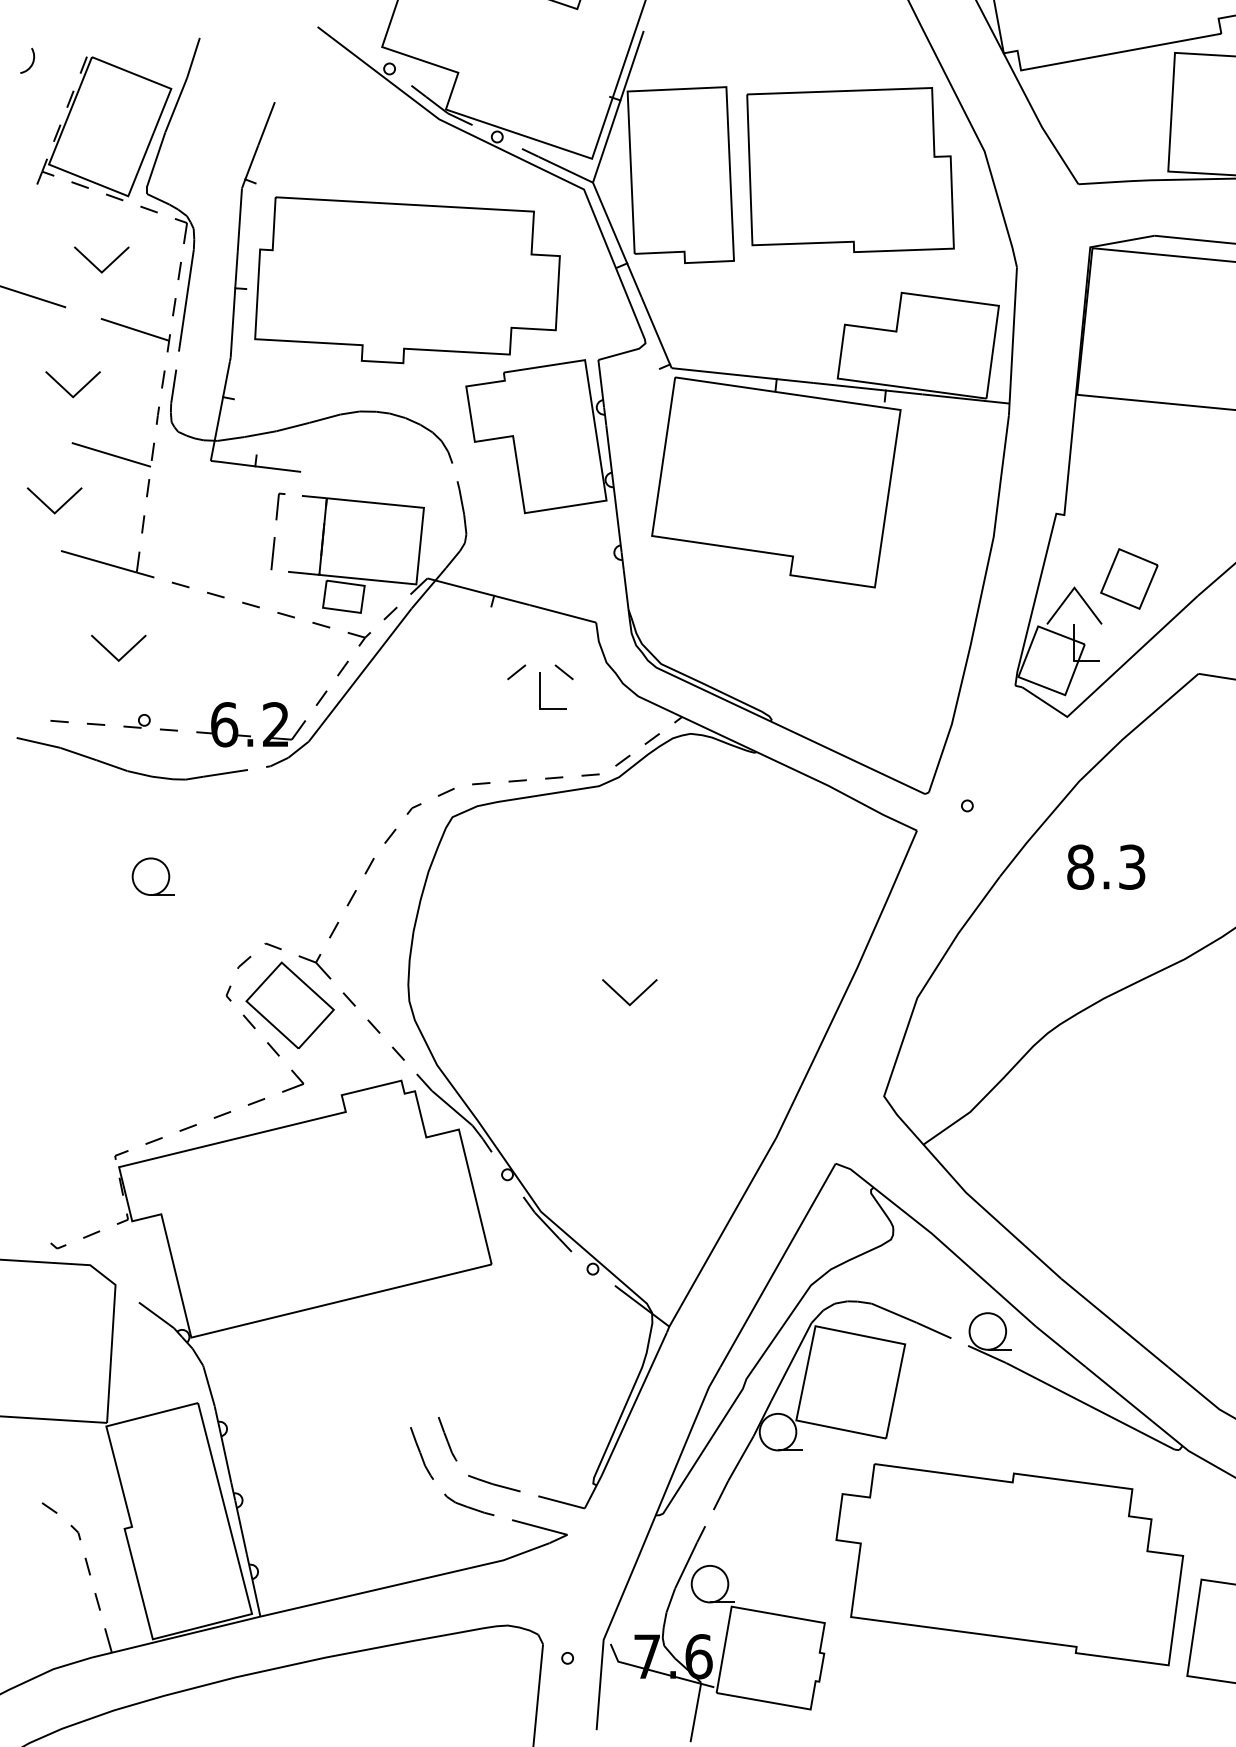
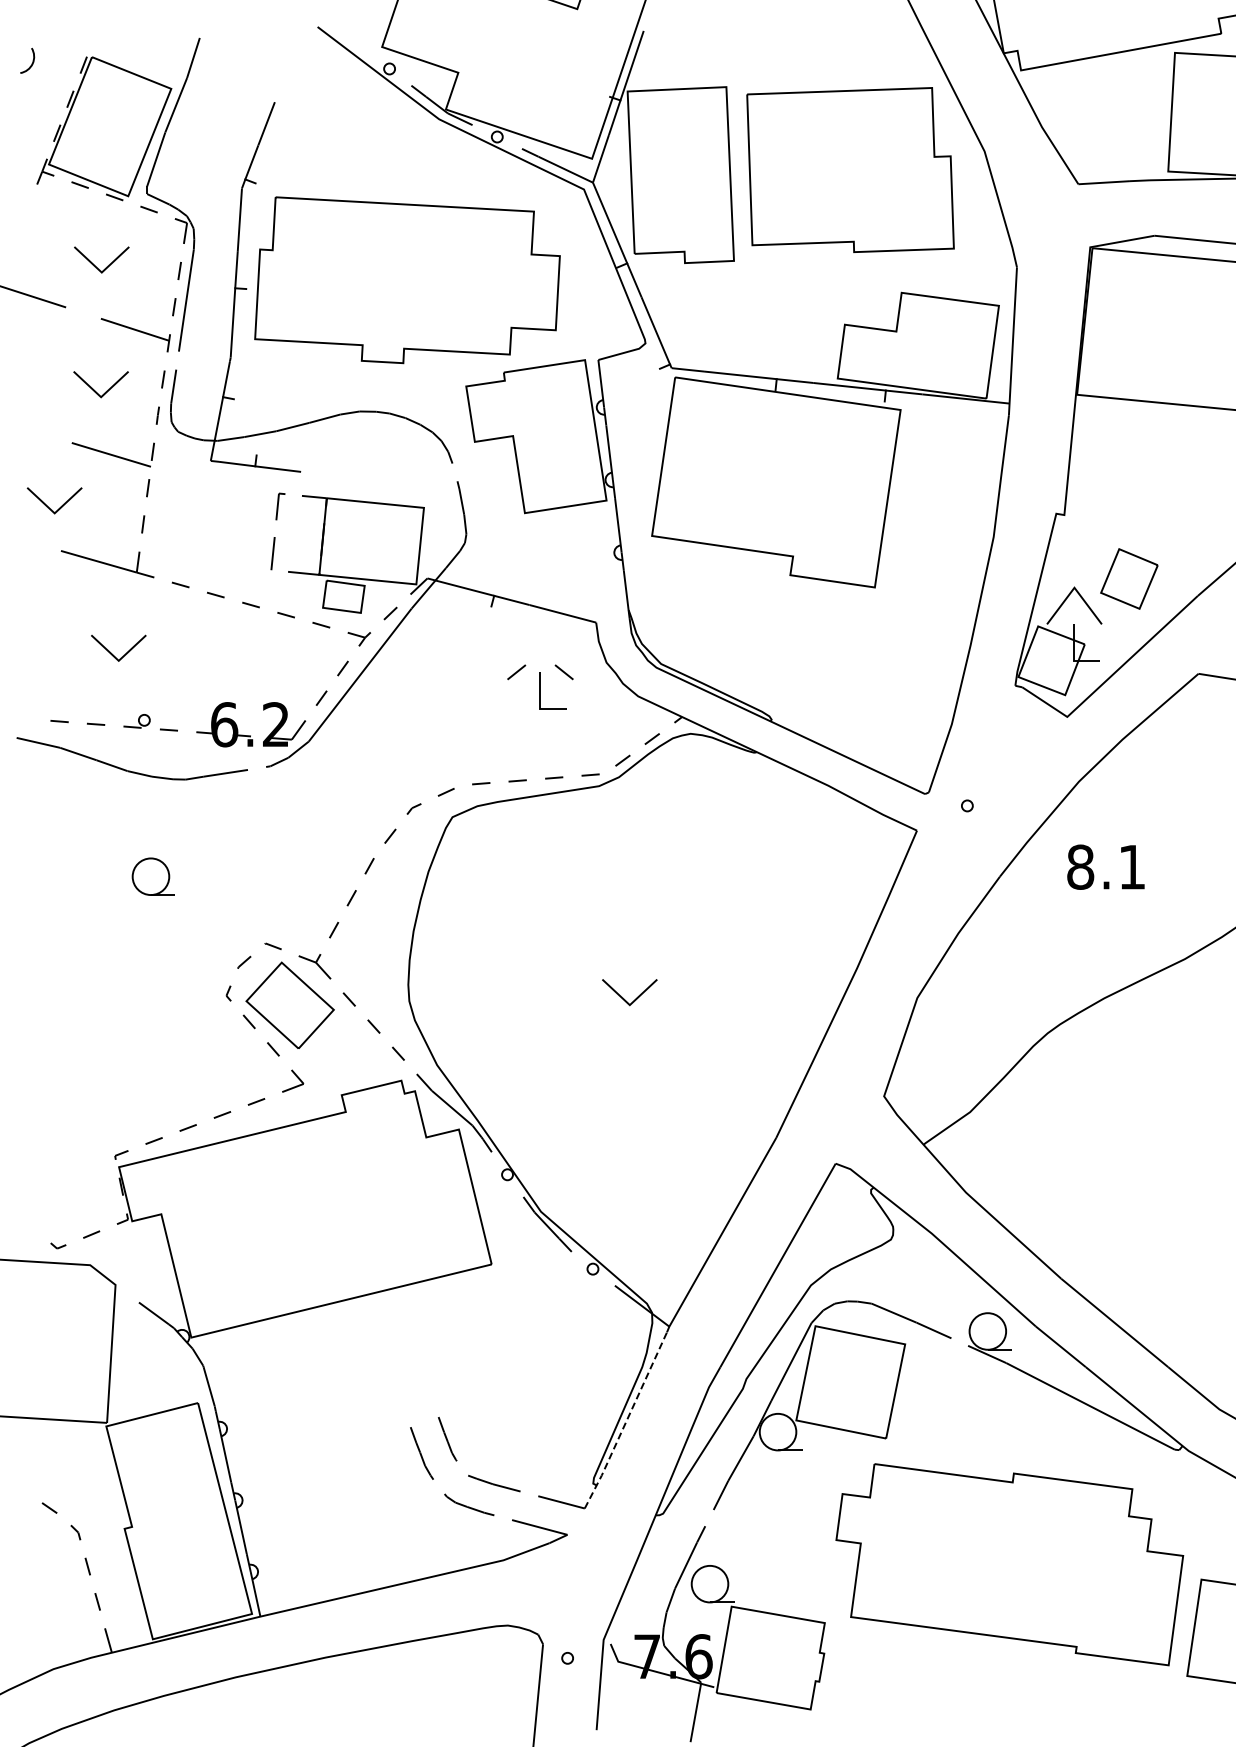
part at (66, 389) position: (66, 389) -> (94, 389)
text at (1132, 866): 8.3 -> 8.1
line at (626, 1421): solid -> dashed
